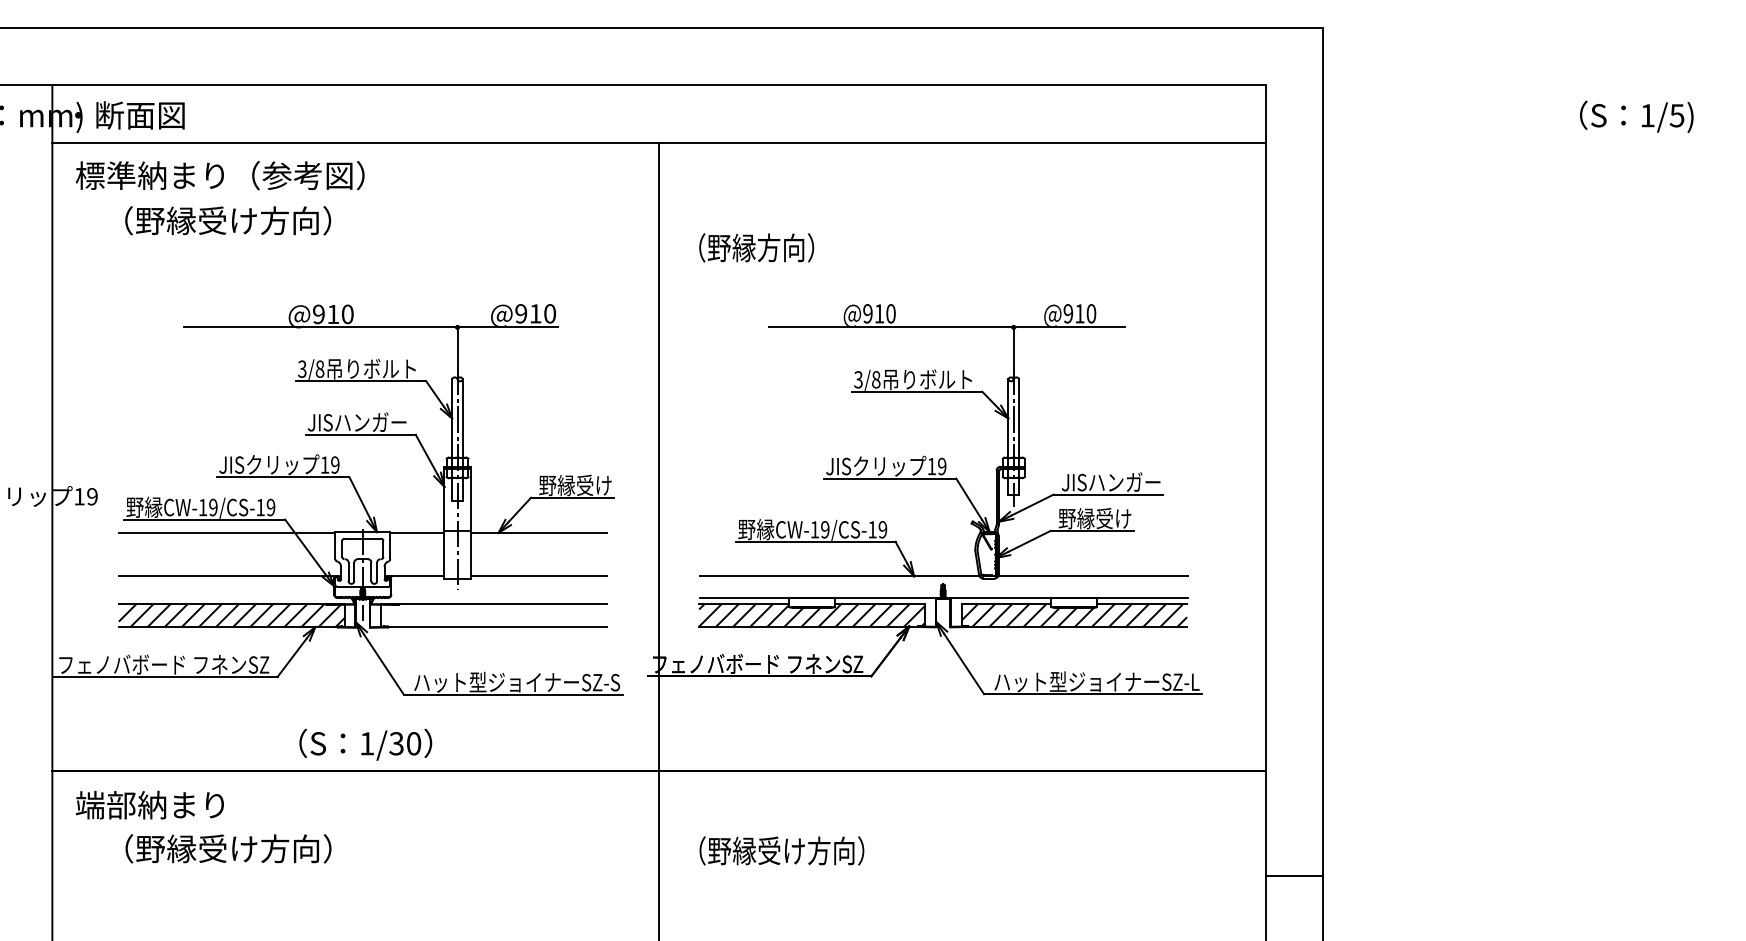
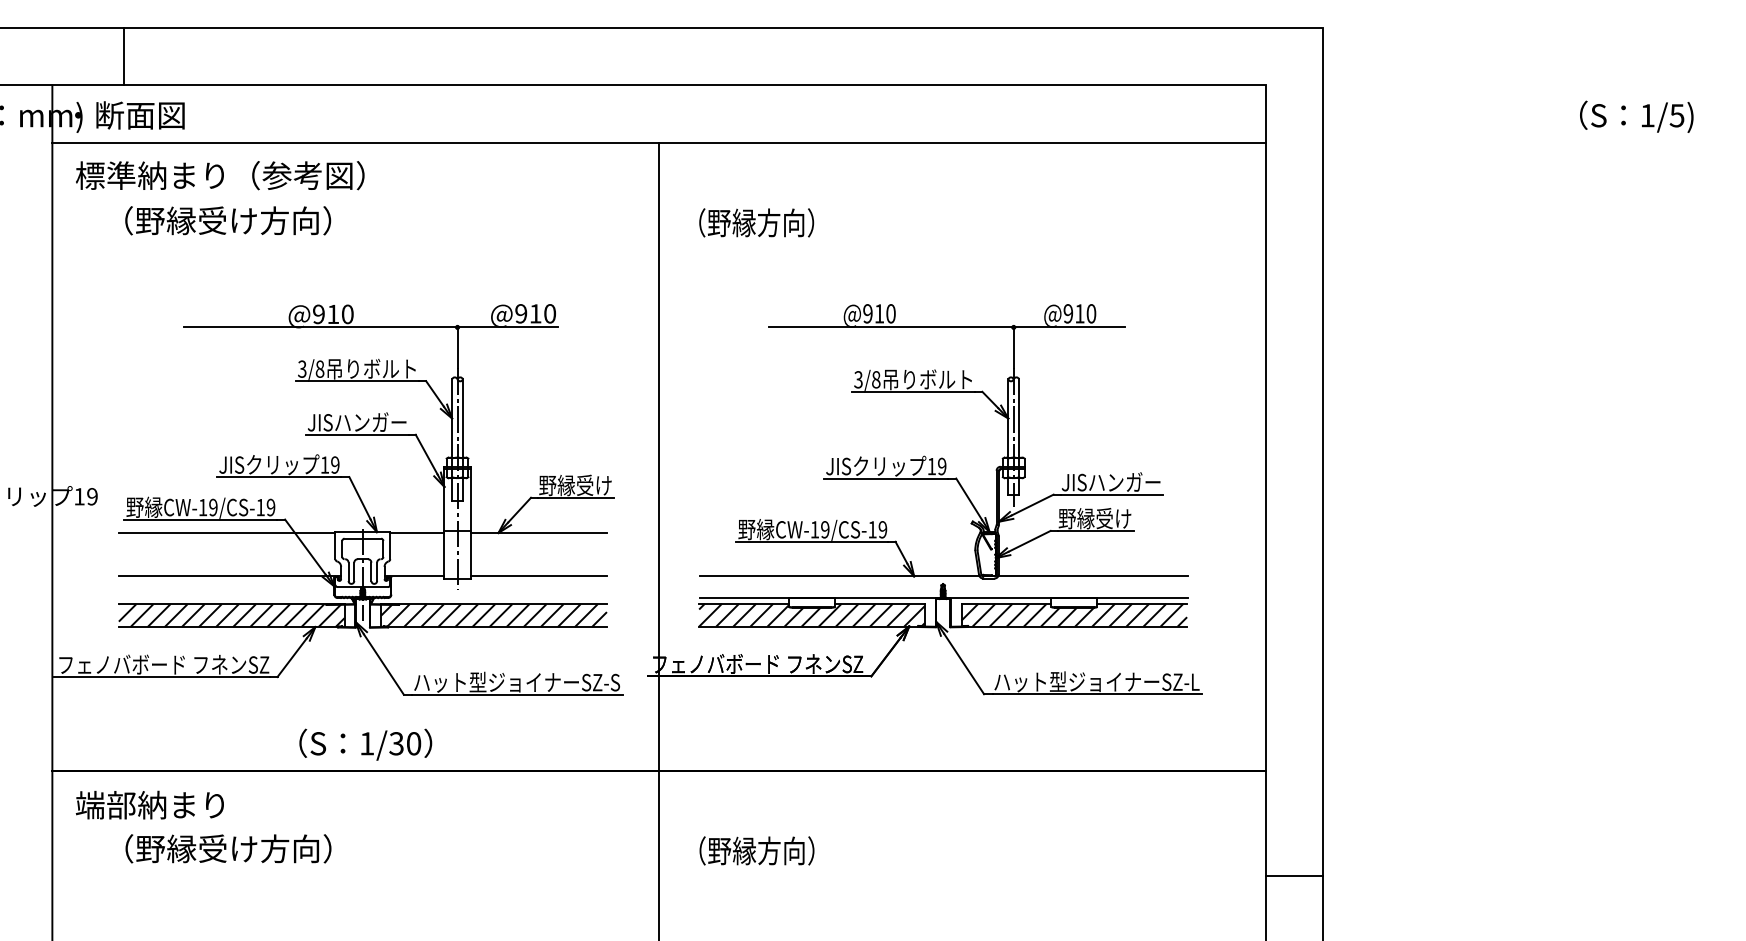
line at (123, 56): none -> present
text at (756, 247) position: (756, 247) -> (756, 222)
hatch at (493, 615): none -> present
text at (811, 850): （野縁受け方向） -> （野縁方向）
